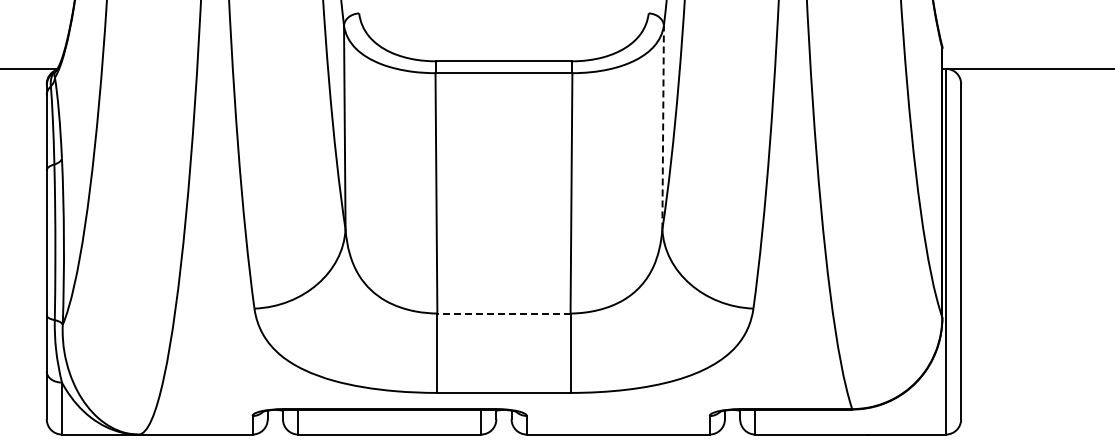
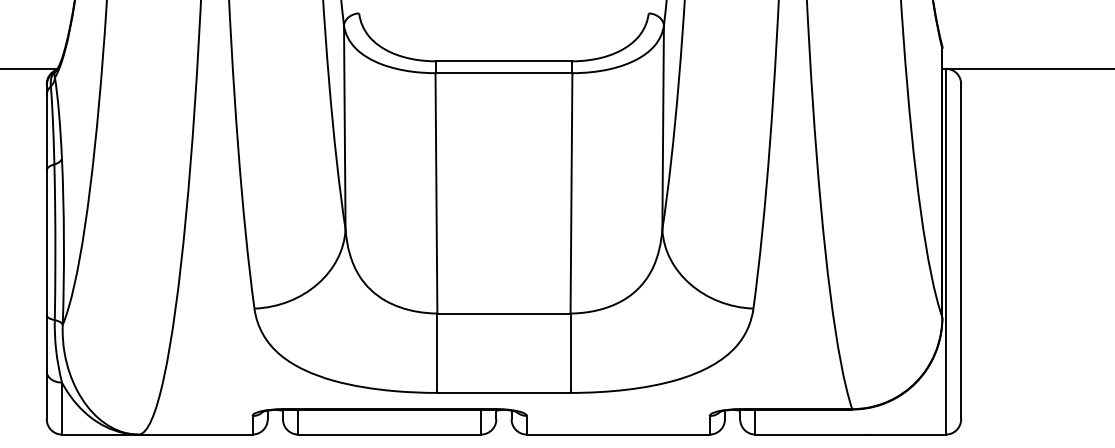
line at (663, 127): dashed -> solid
line at (503, 313): dashed -> solid
